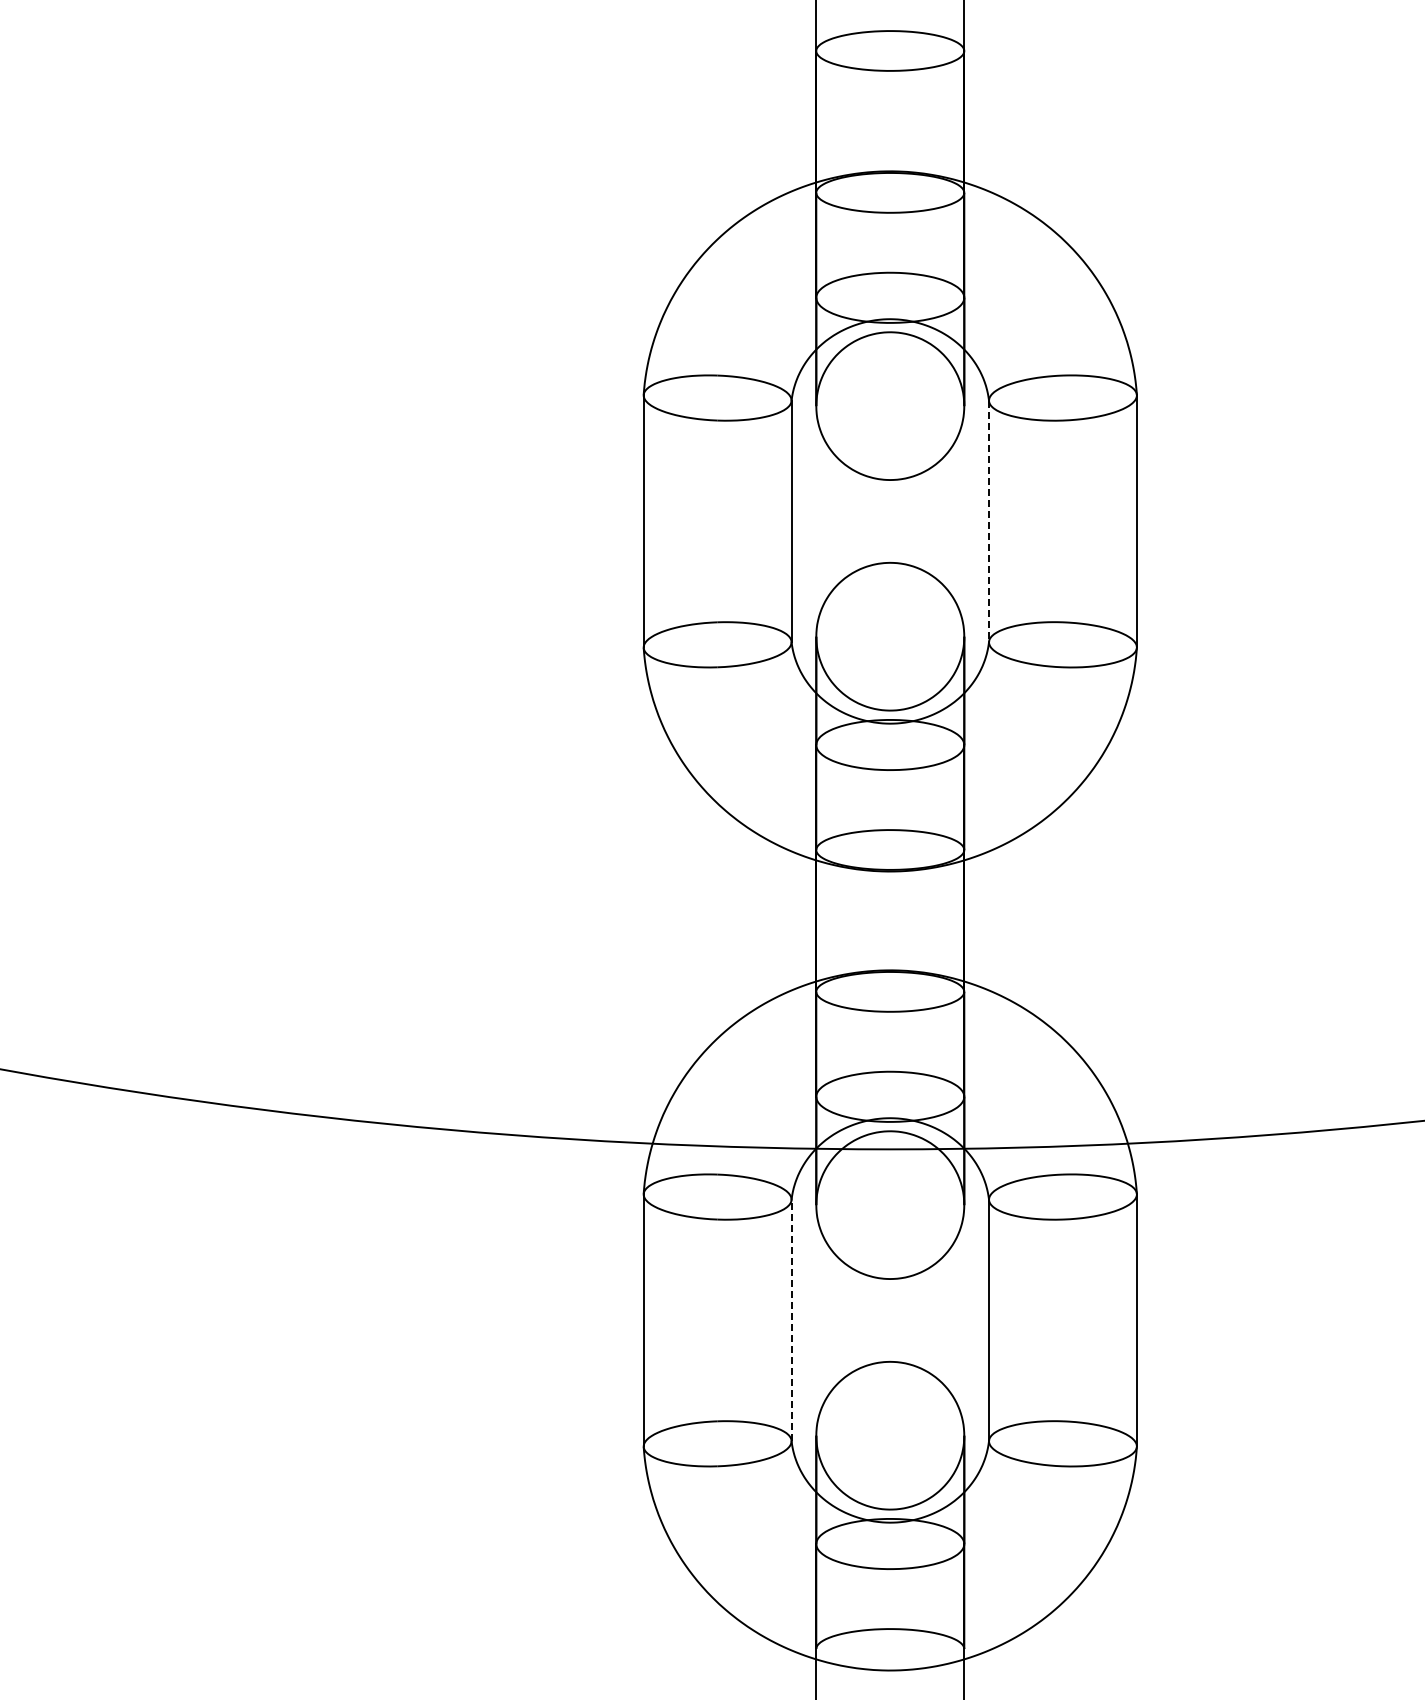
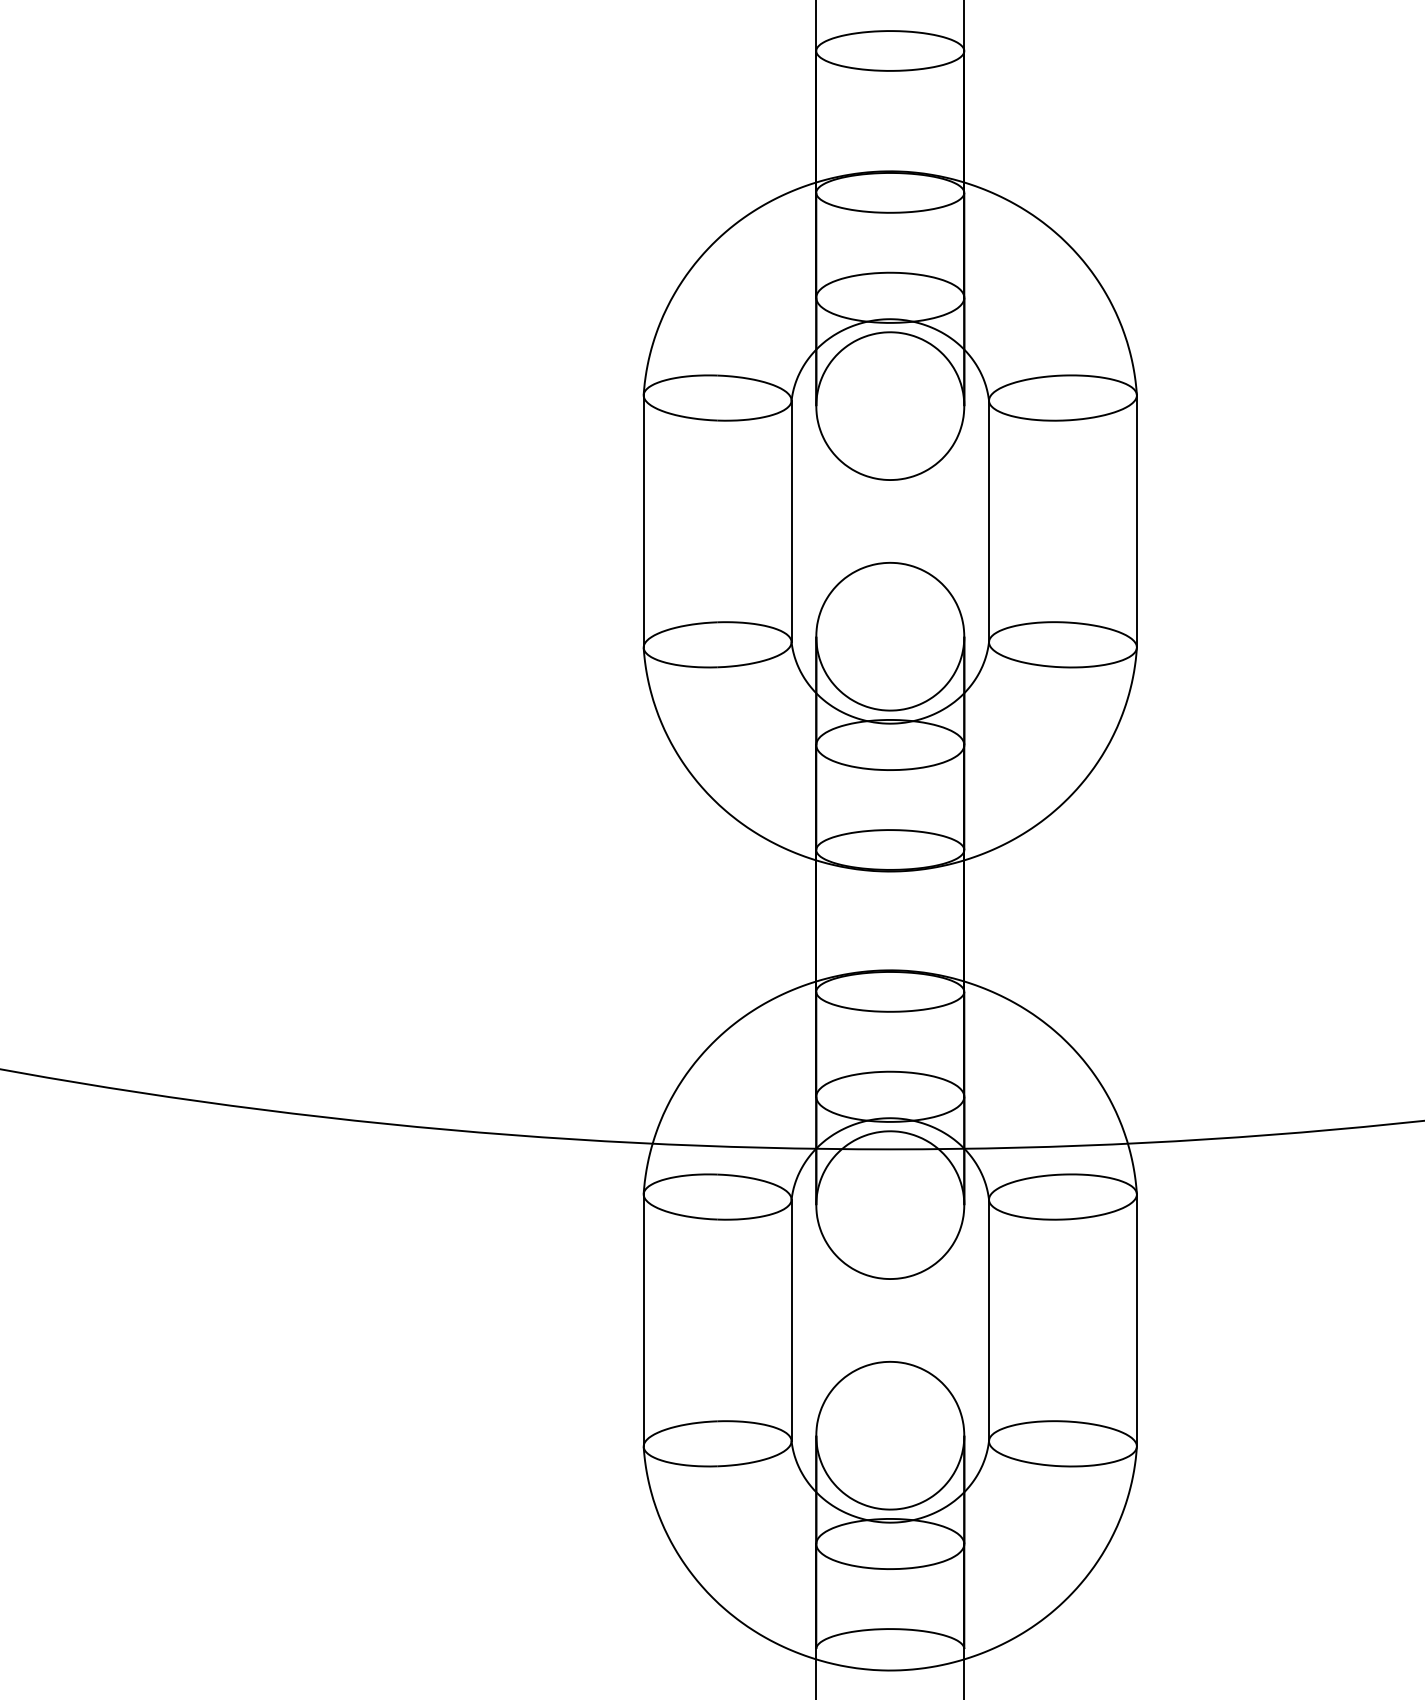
line at (989, 521): dashed -> solid
line at (791, 1320): dashed -> solid
